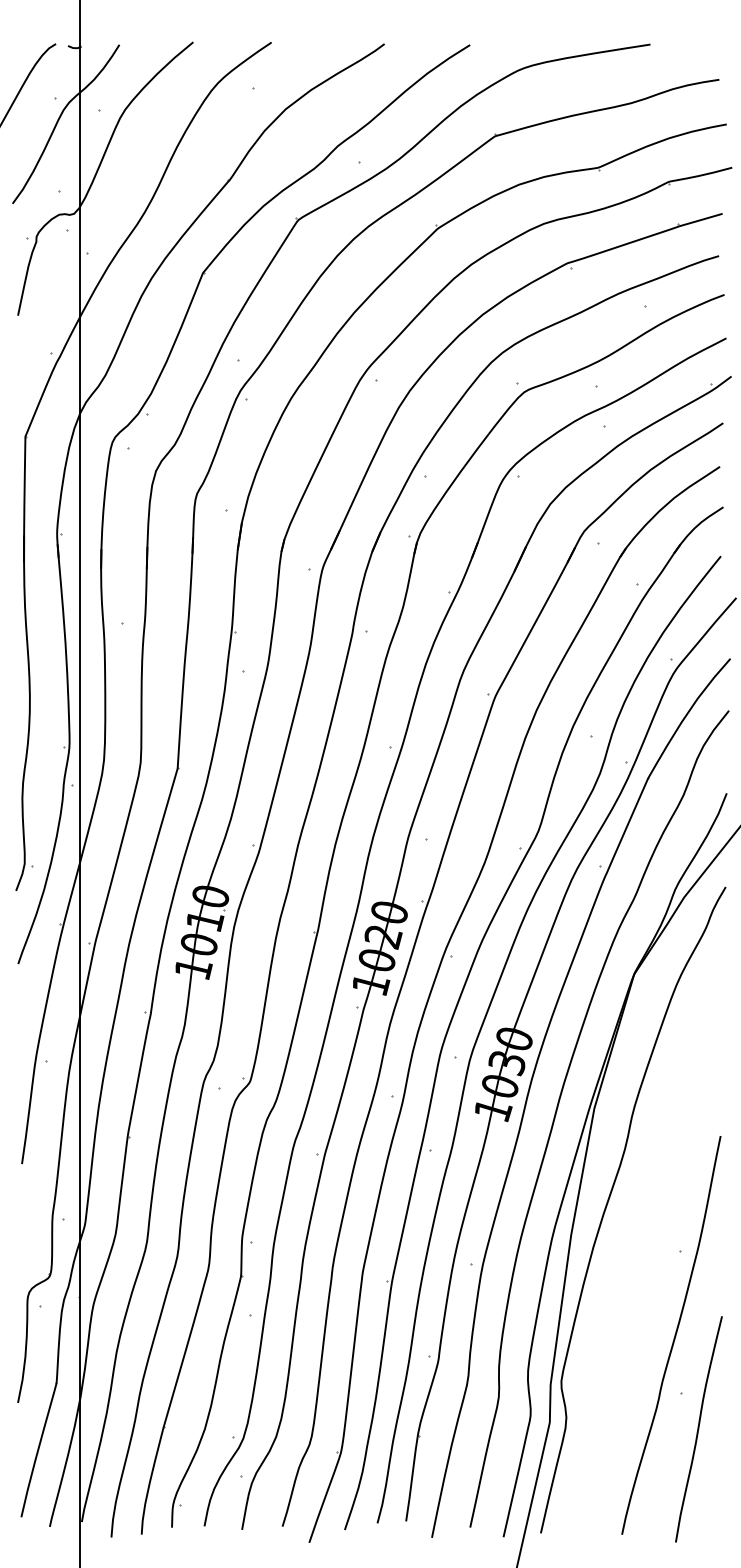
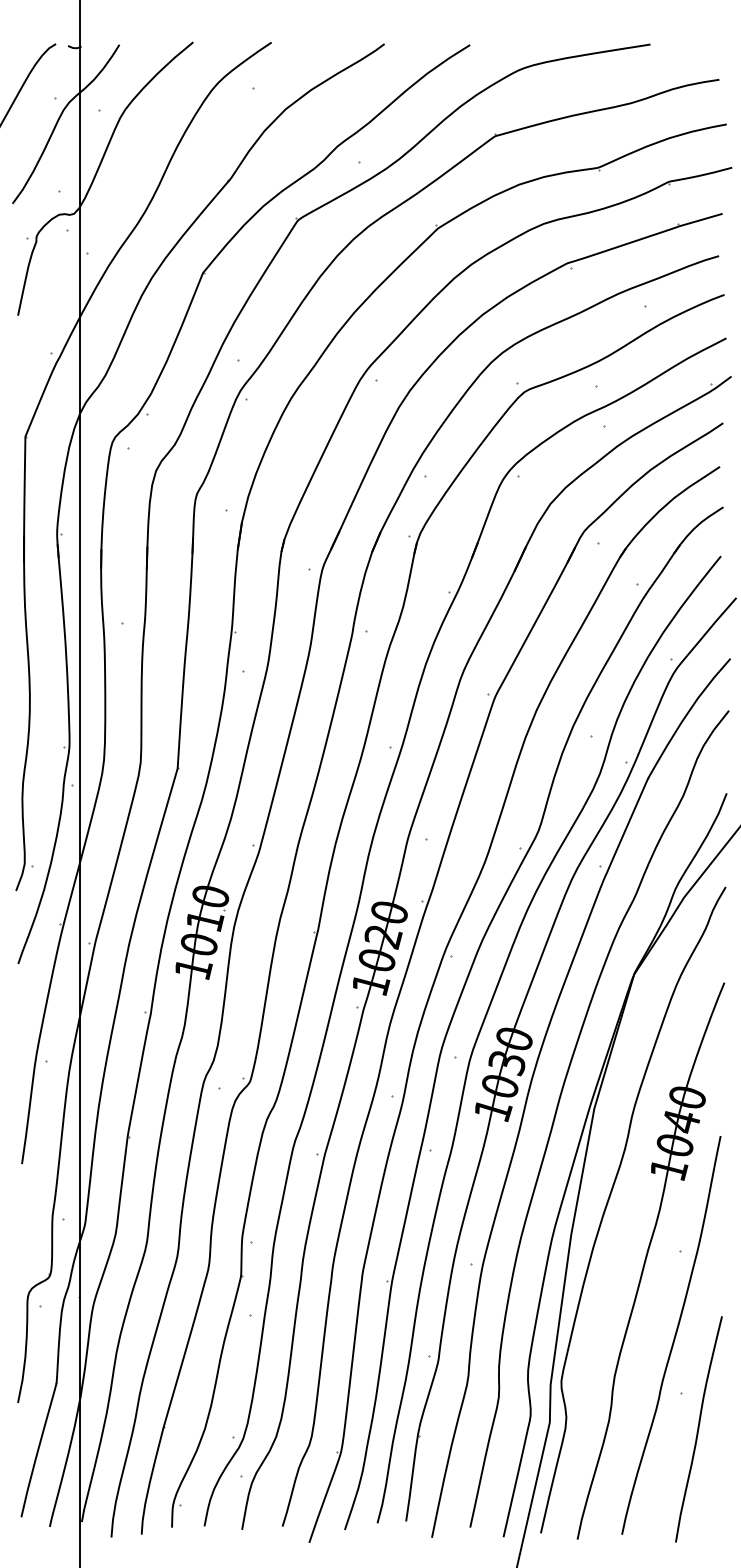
part at (650, 1260): none -> present
